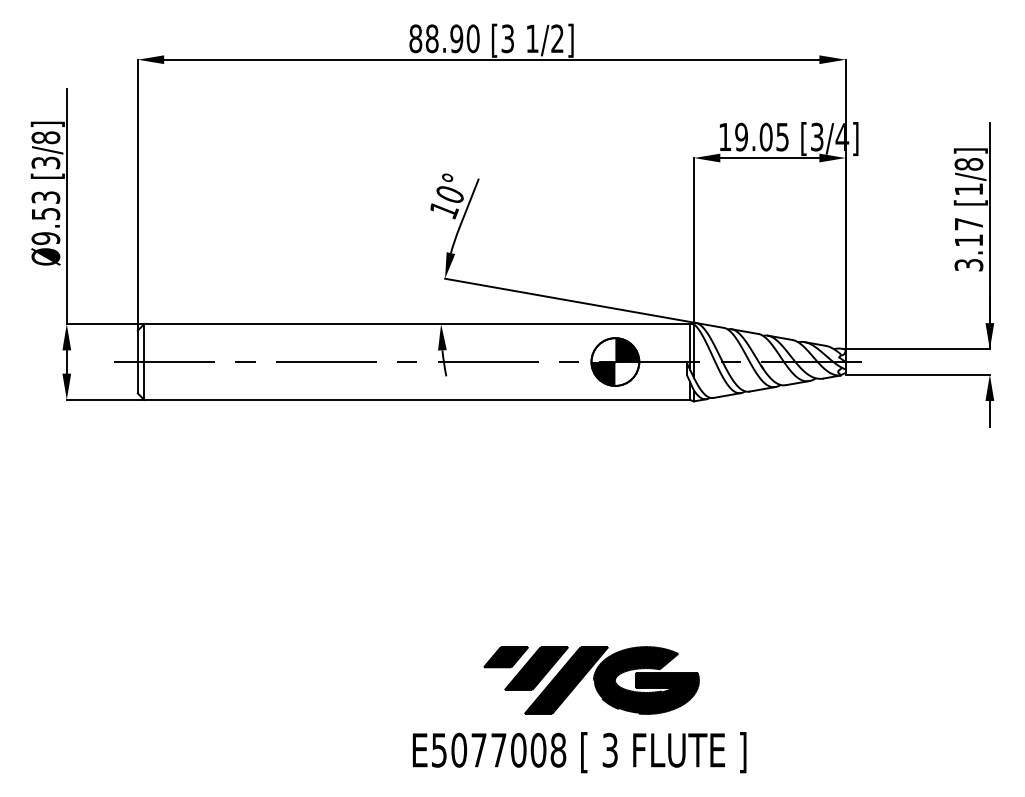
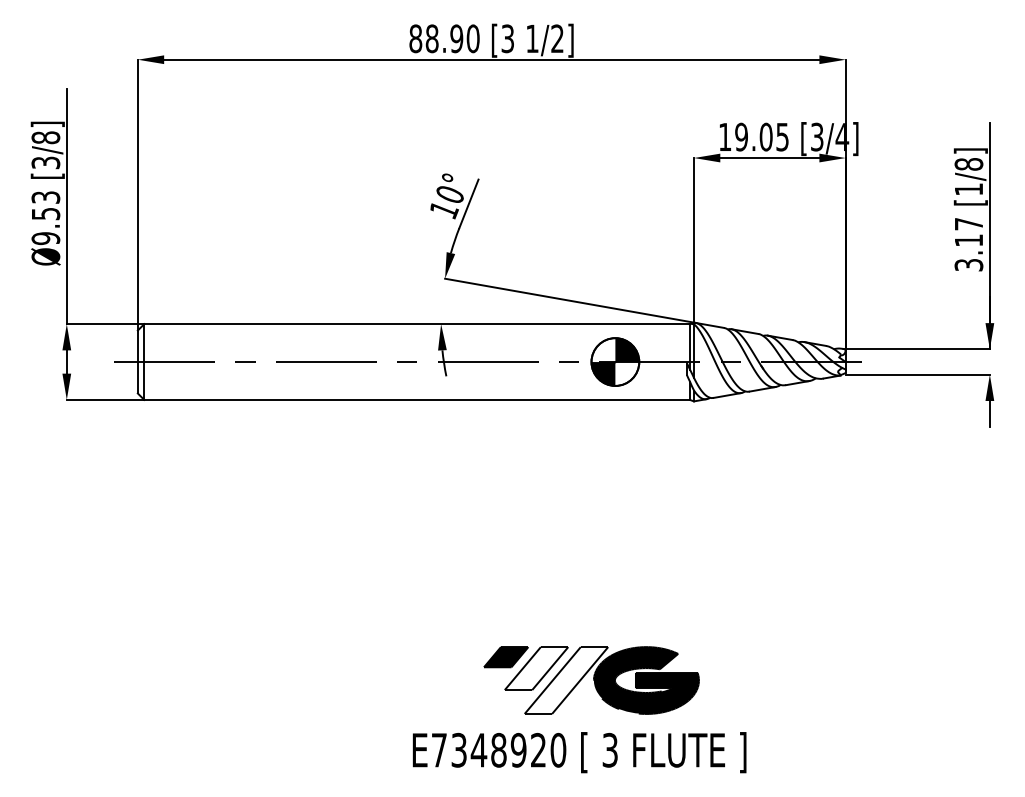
fill at (536, 668): present -> none
fill at (566, 680): present -> none
text at (499, 749): E5077008 -> E7348920
